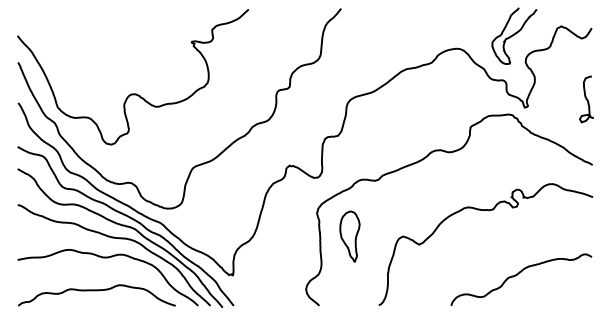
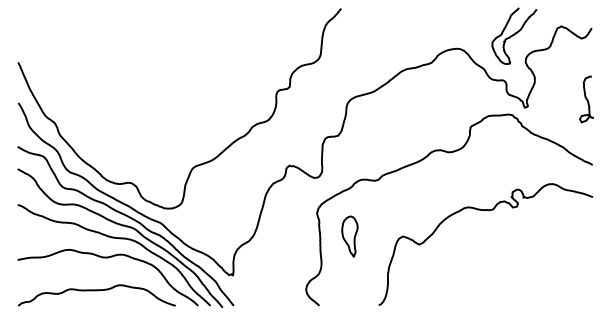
curve at (133, 93): present -> none
part at (349, 236) size: 22x53 px -> 18x43 px
curve at (517, 275): present -> none
